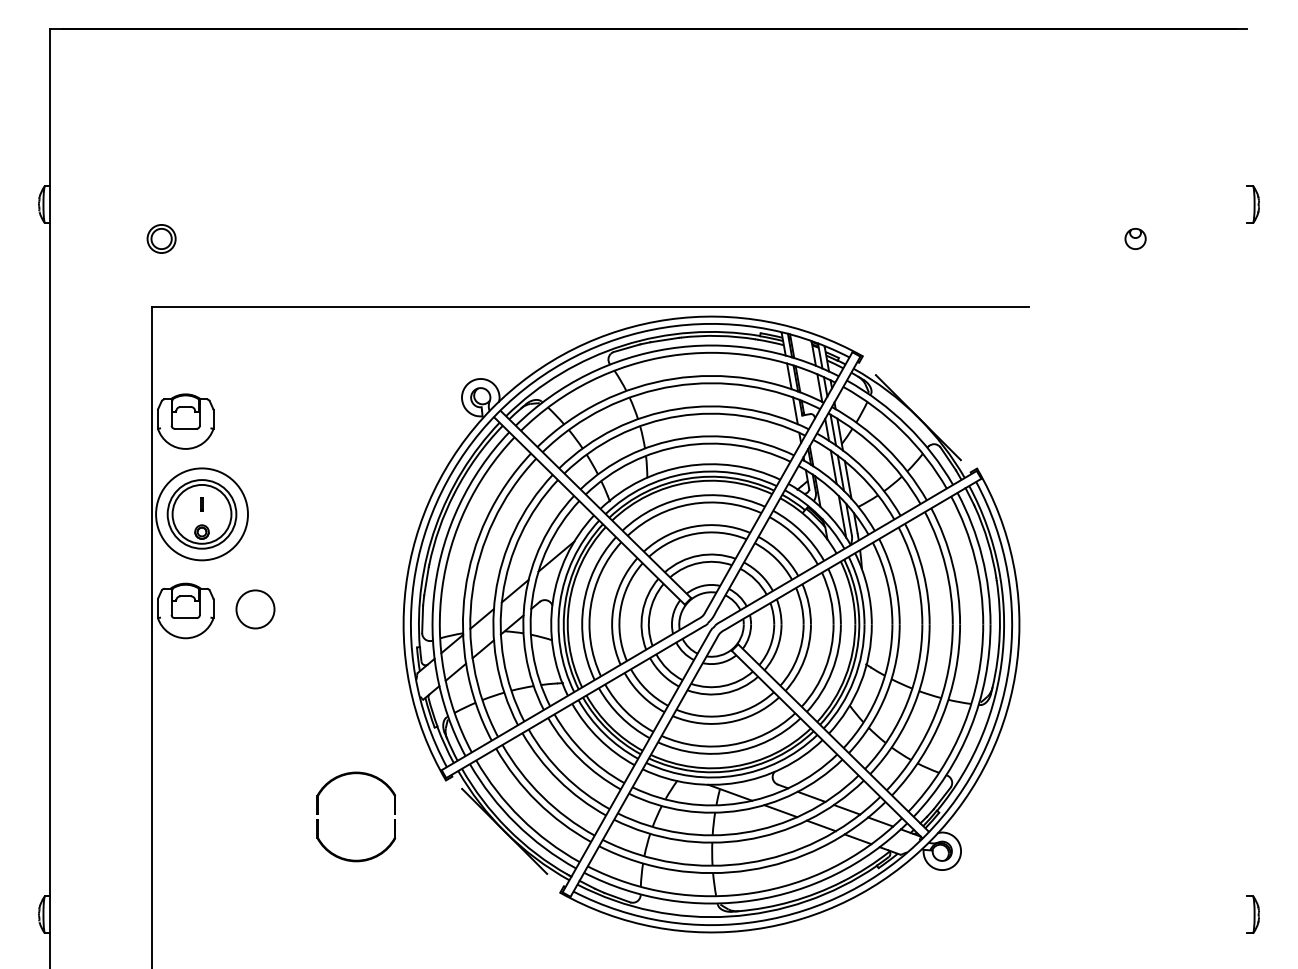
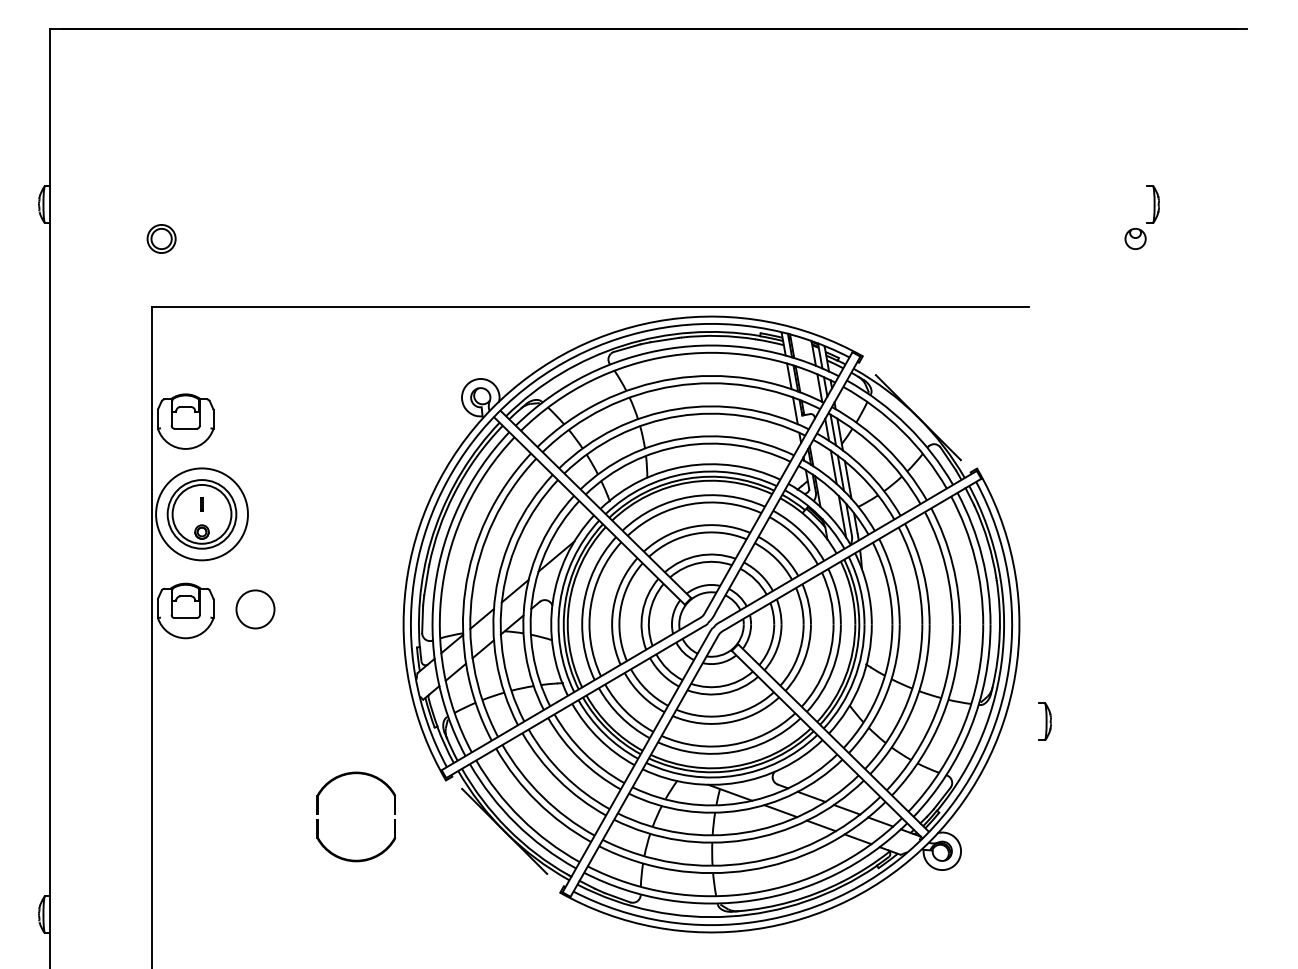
part at (1252, 204) position: (1252, 204) -> (1152, 204)
part at (1252, 914) position: (1252, 914) -> (1044, 721)
